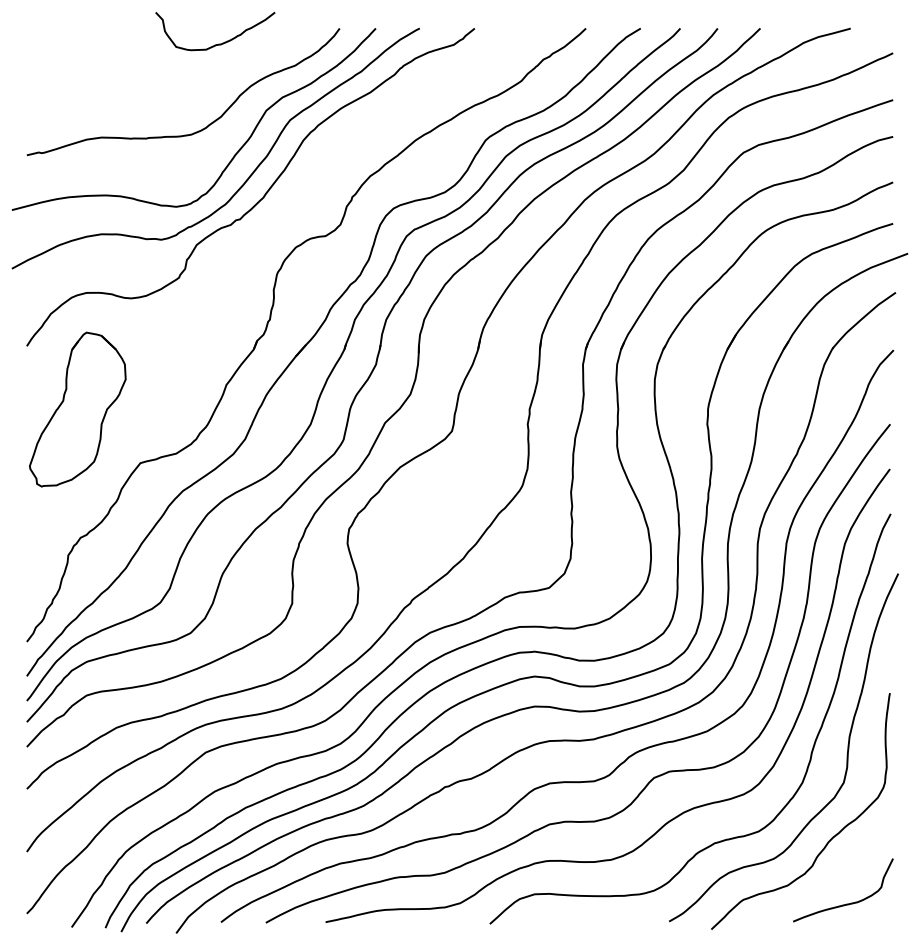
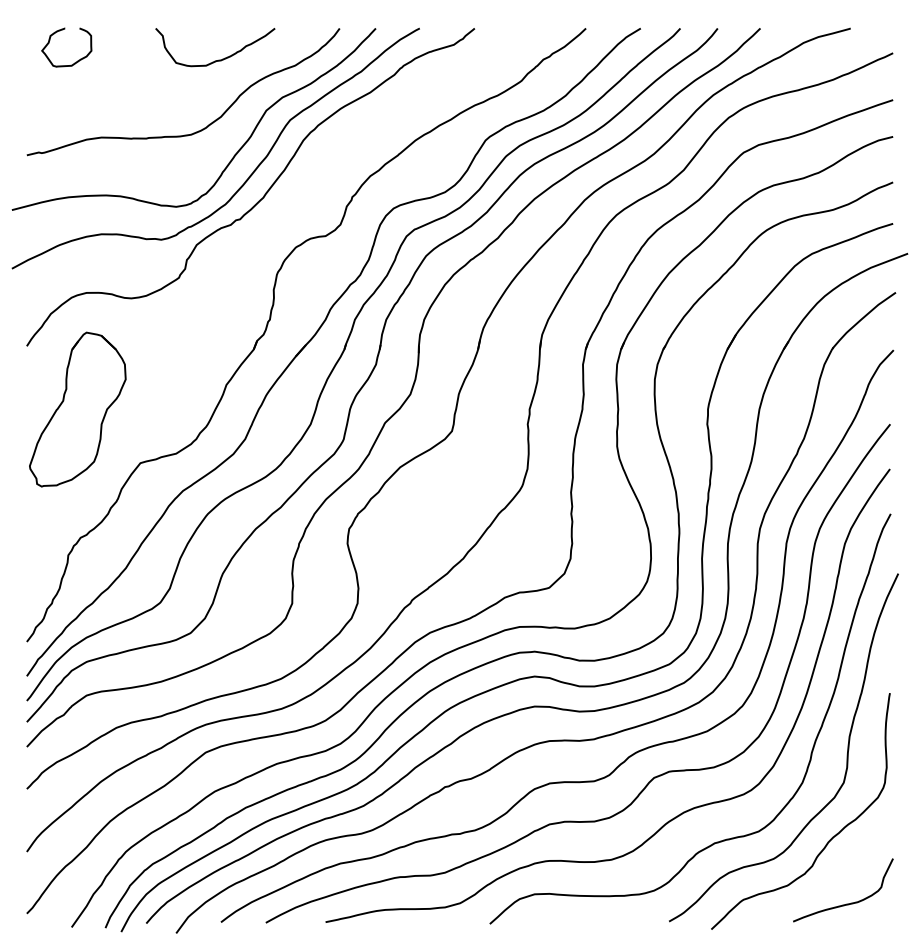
curve at (218, 43) position: (218, 43) -> (218, 59)
curve at (74, 62): none -> present
